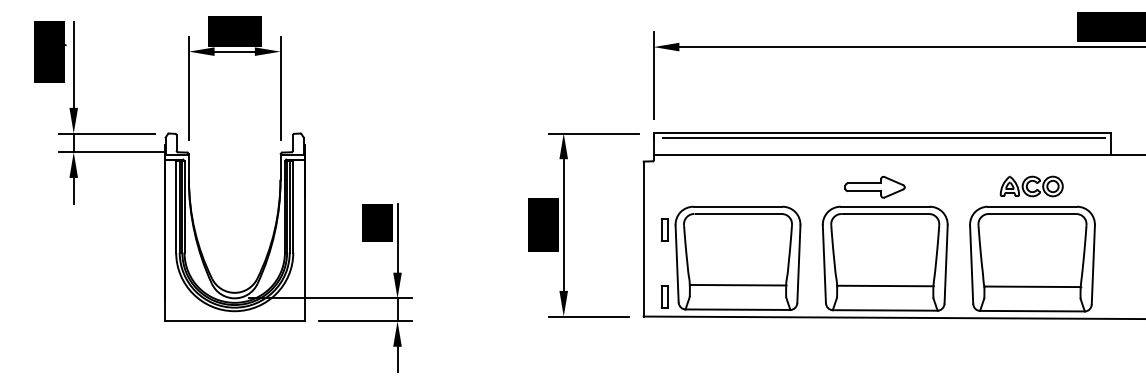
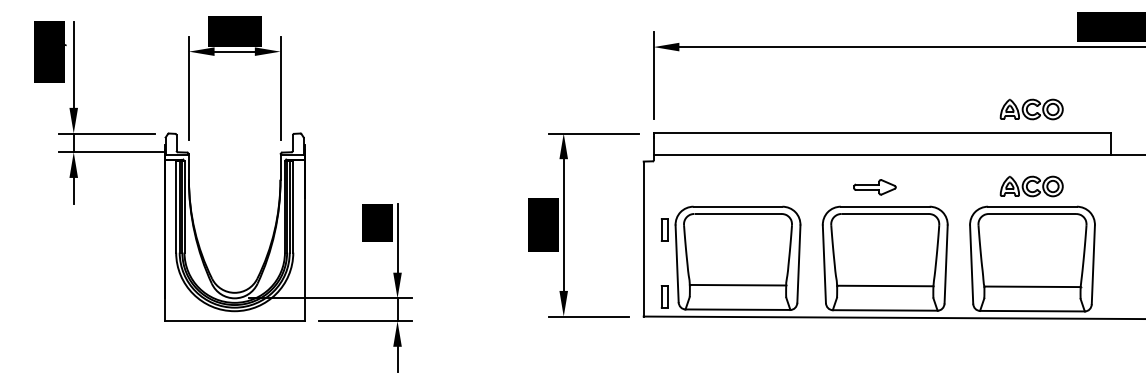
part at (1031, 109): none -> present
line at (883, 138): present -> none
part at (874, 187) size: 62x23 px -> 44x17 px
